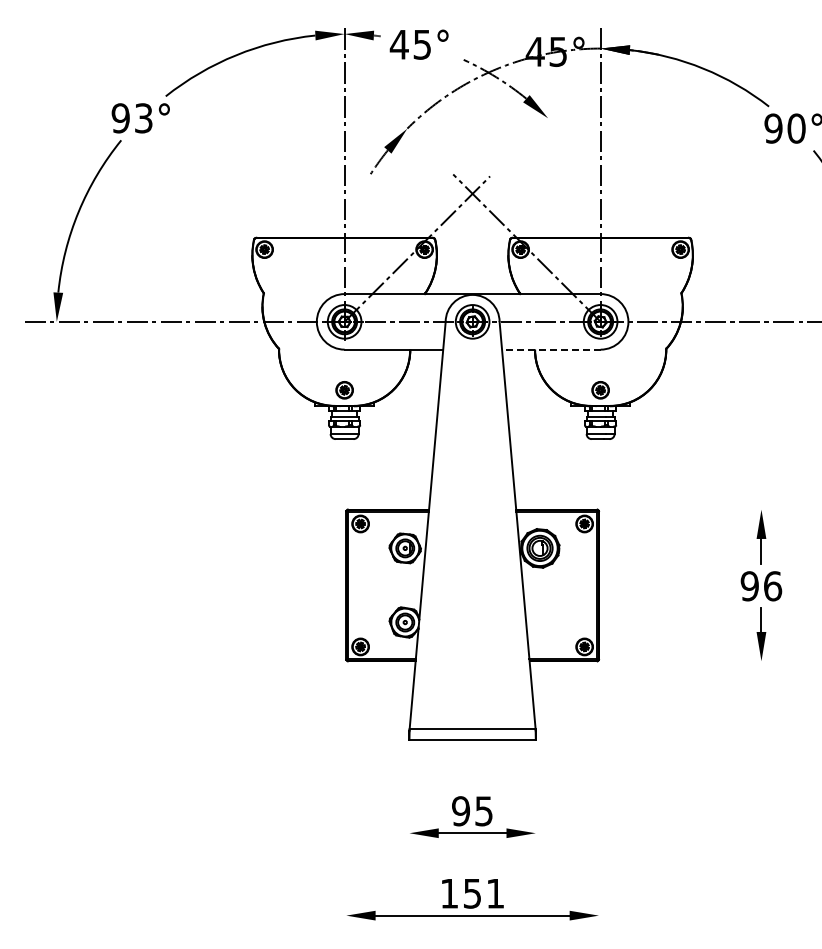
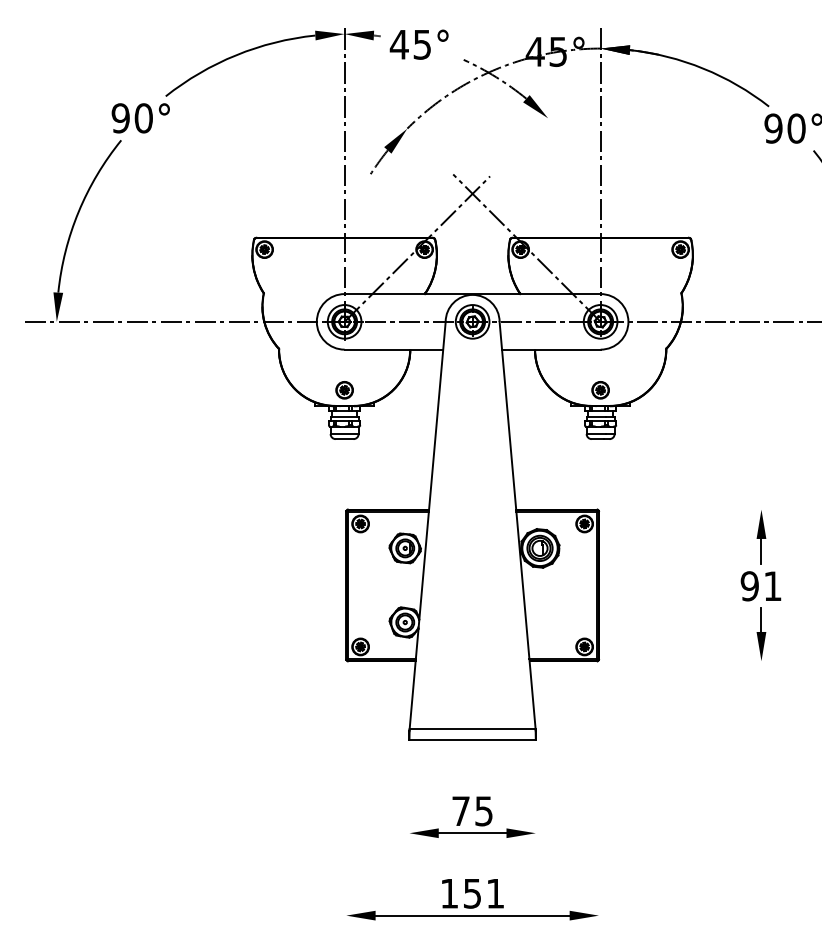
text at (143, 118): 93° -> 90°
line at (550, 349): dashed -> solid
text at (773, 586): 96 -> 91
text at (461, 811): 95 -> 75
